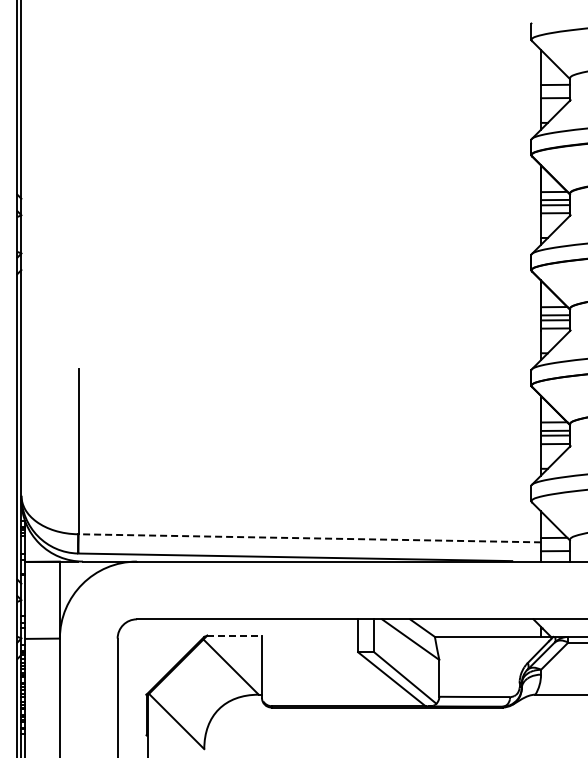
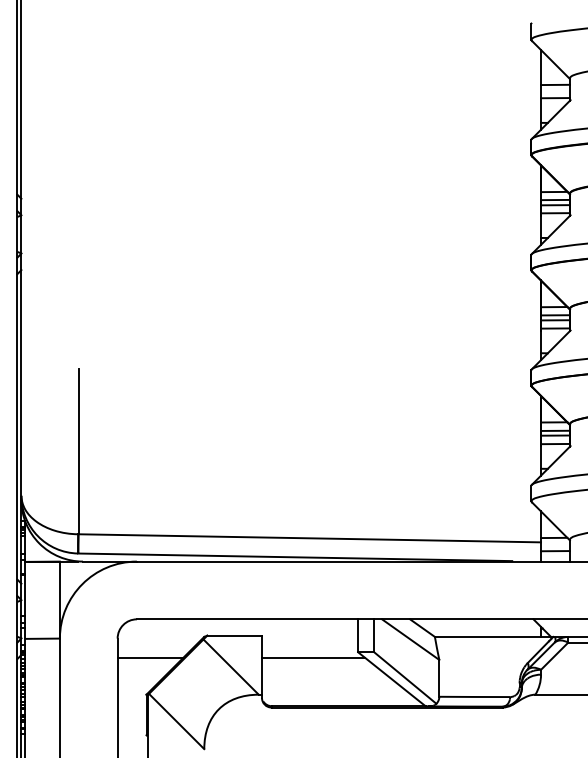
line at (309, 538): dashed -> solid
line at (235, 635): dashed -> solid
line at (150, 657): none -> present
line at (313, 657): none -> present
